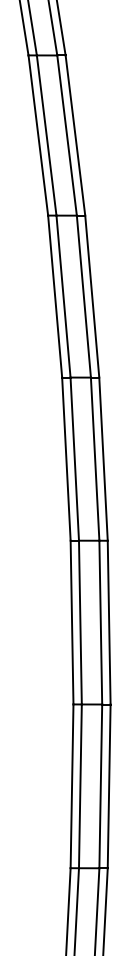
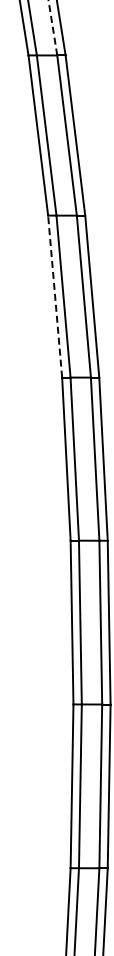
line at (52, 27): solid -> dashed
line at (55, 296): solid -> dashed
